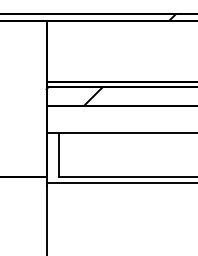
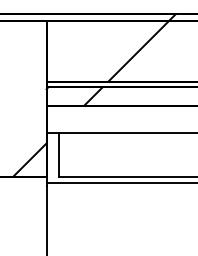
hatch at (138, 51): none -> present
hatch at (29, 160): none -> present
